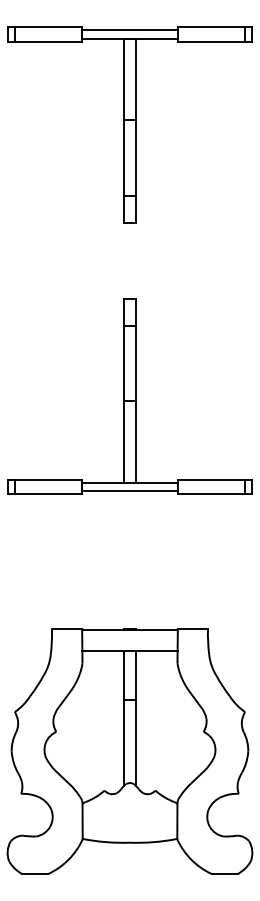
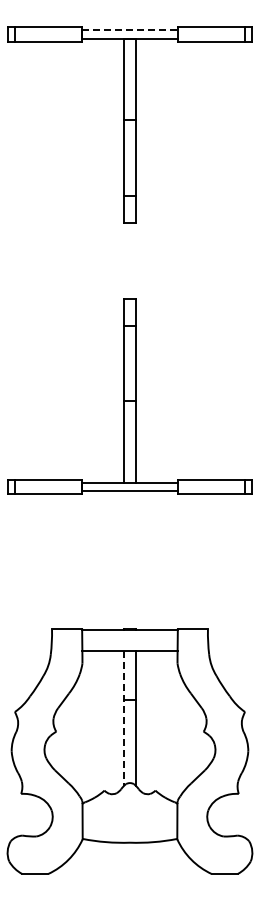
line at (130, 30): solid -> dashed
line at (124, 718): solid -> dashed
